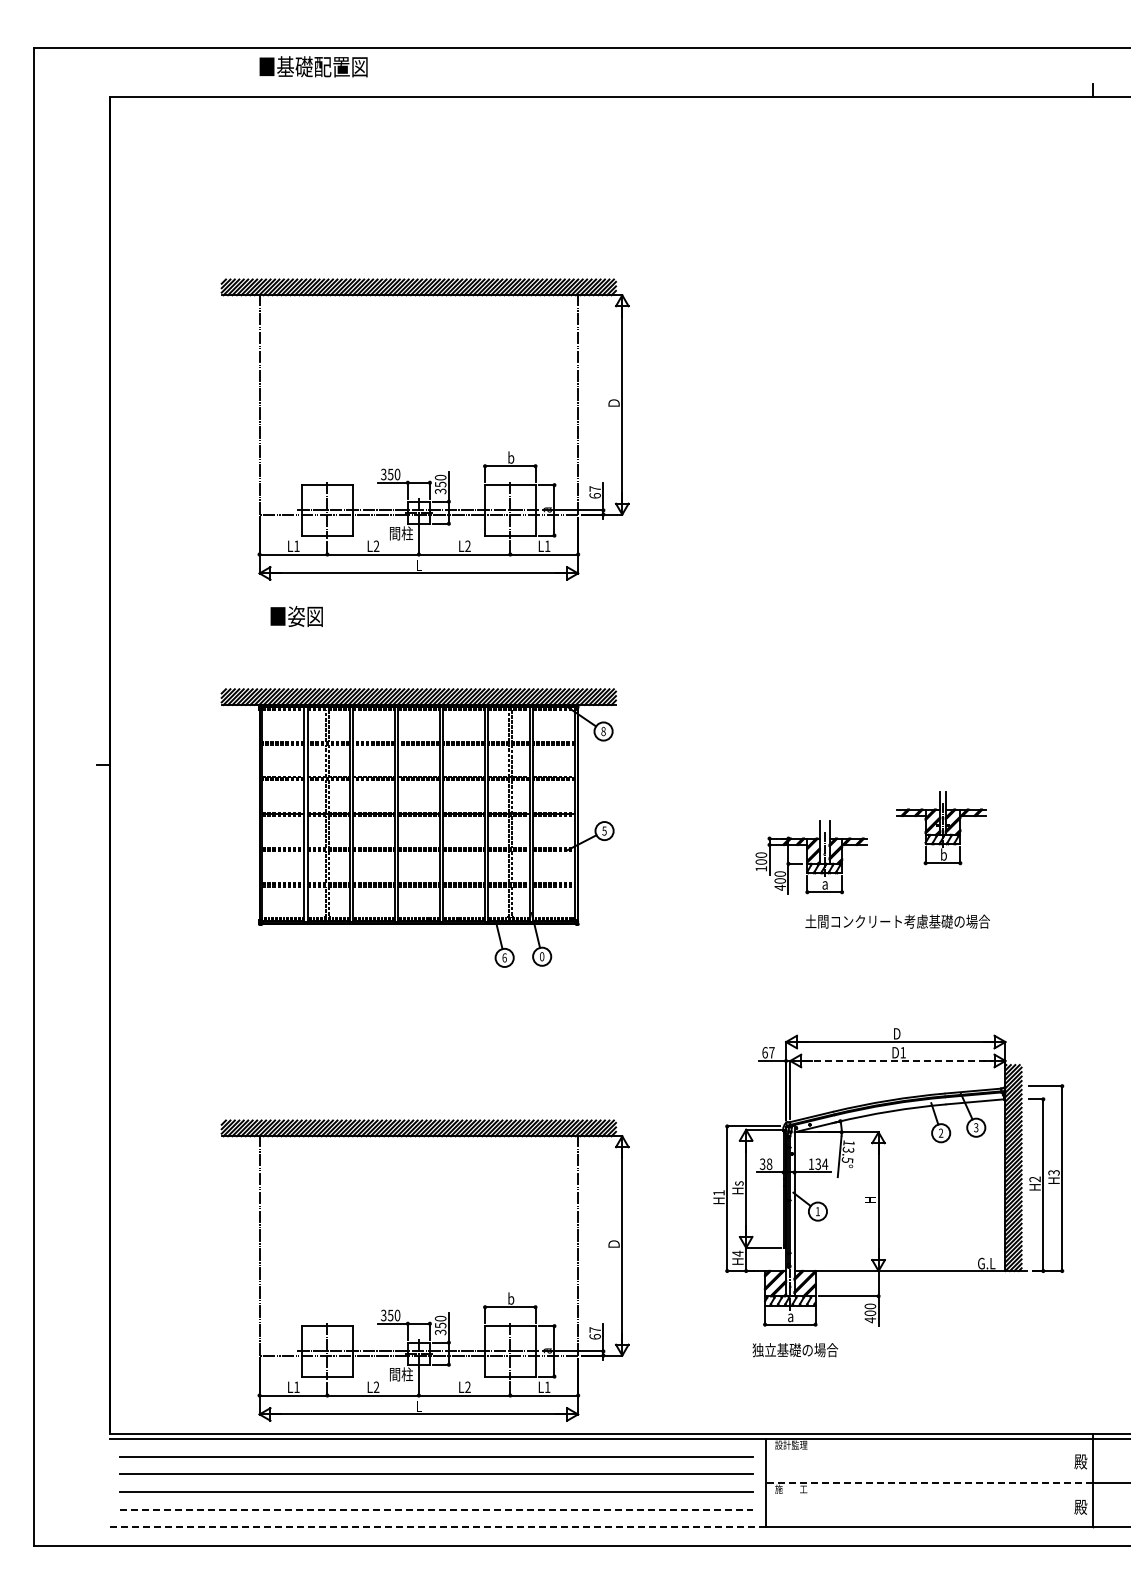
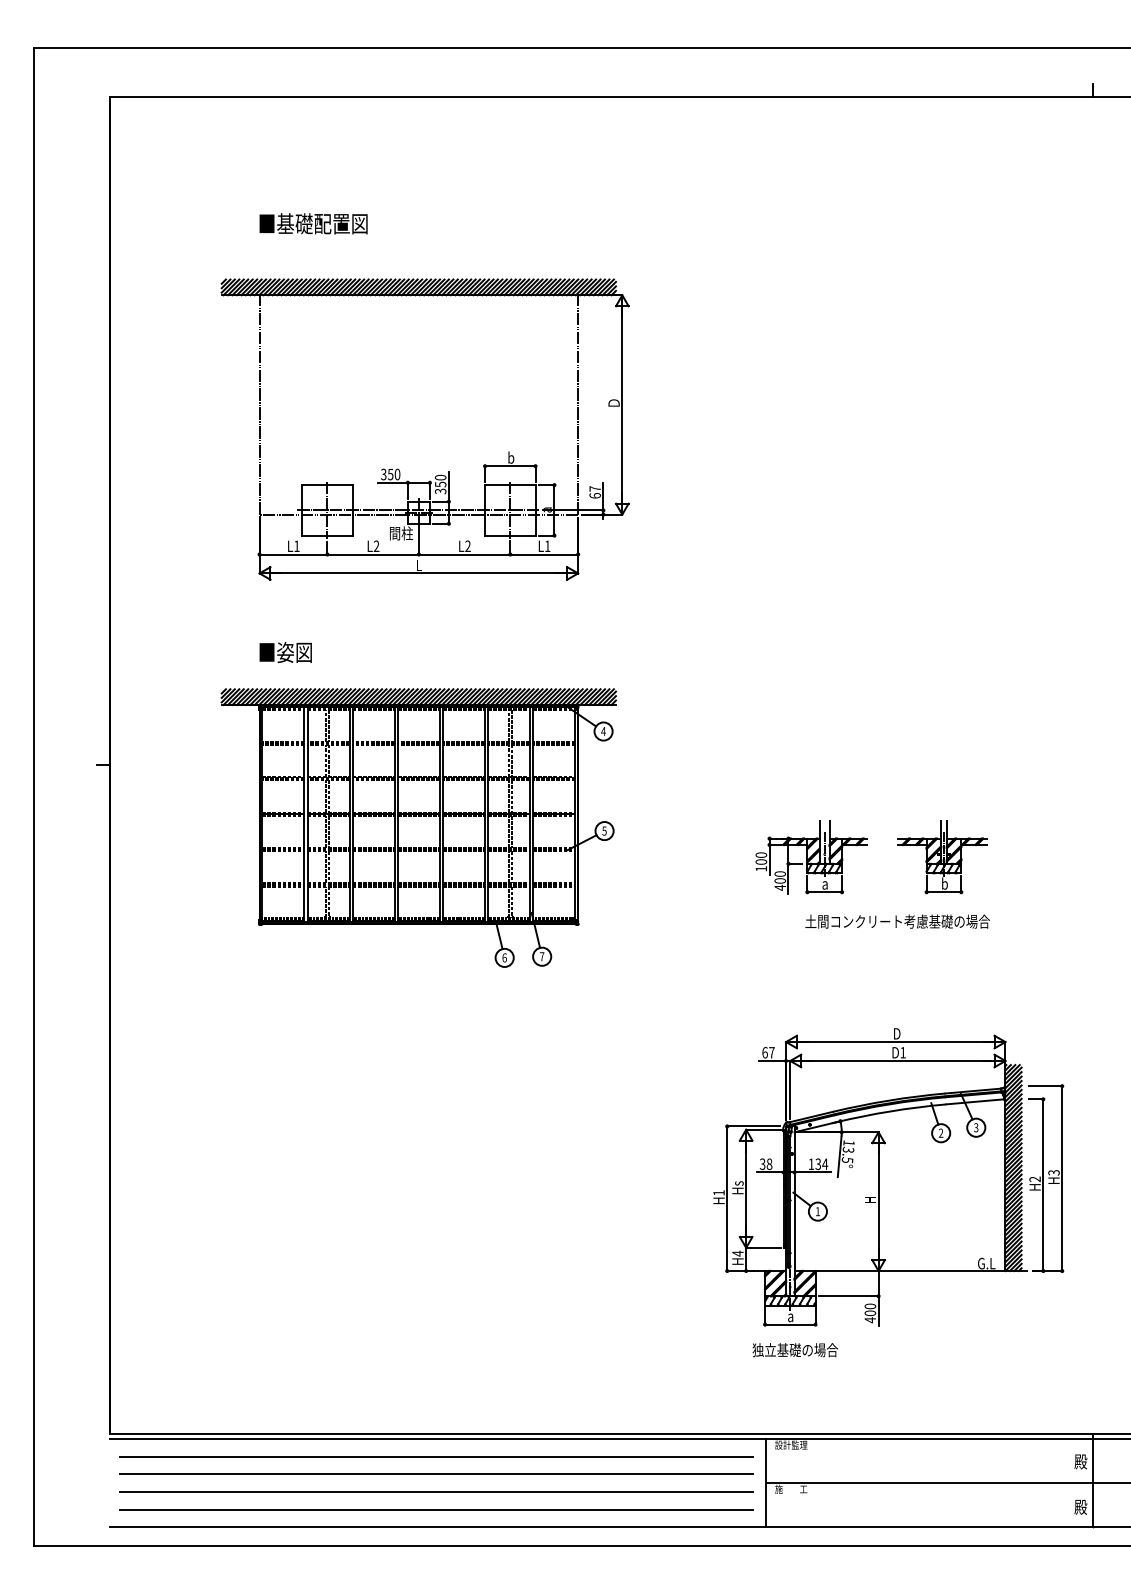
text at (313, 66) position: (313, 66) -> (313, 223)
text at (296, 616) position: (296, 616) -> (285, 652)
text at (603, 731): 8 -> 4
part at (941, 828) position: (941, 828) -> (942, 857)
text at (542, 956): 0 -> 7
line at (897, 1060): dashed -> solid
part at (399, 1310): present -> none
line at (930, 1483): dashed -> solid
line at (437, 1509): dashed -> solid
line at (437, 1527): dashed -> solid
